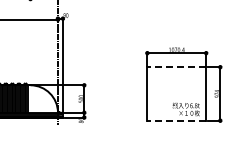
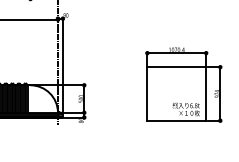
line at (176, 67): dashed -> solid
line at (176, 120): dashed -> solid
